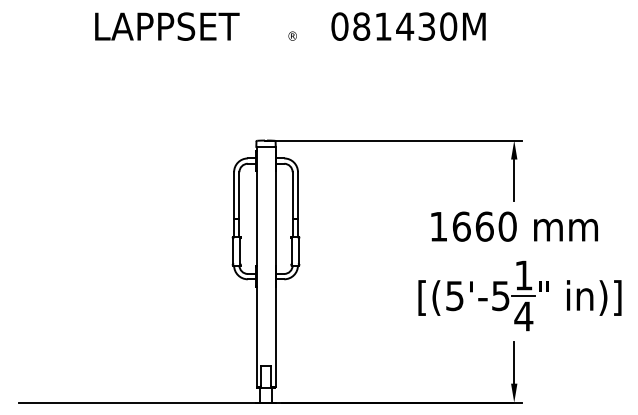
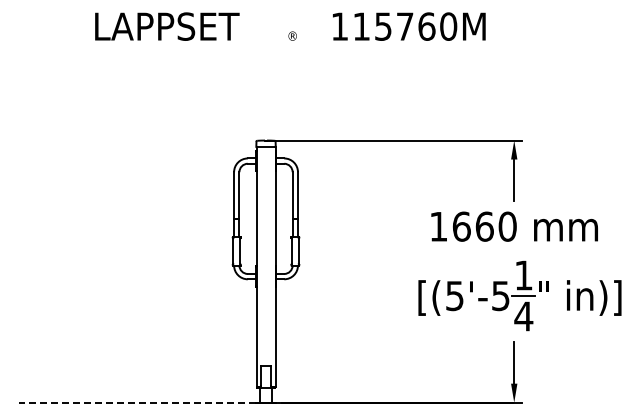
text at (383, 26): 081430M -> 115760M
line at (137, 402): solid -> dashed
